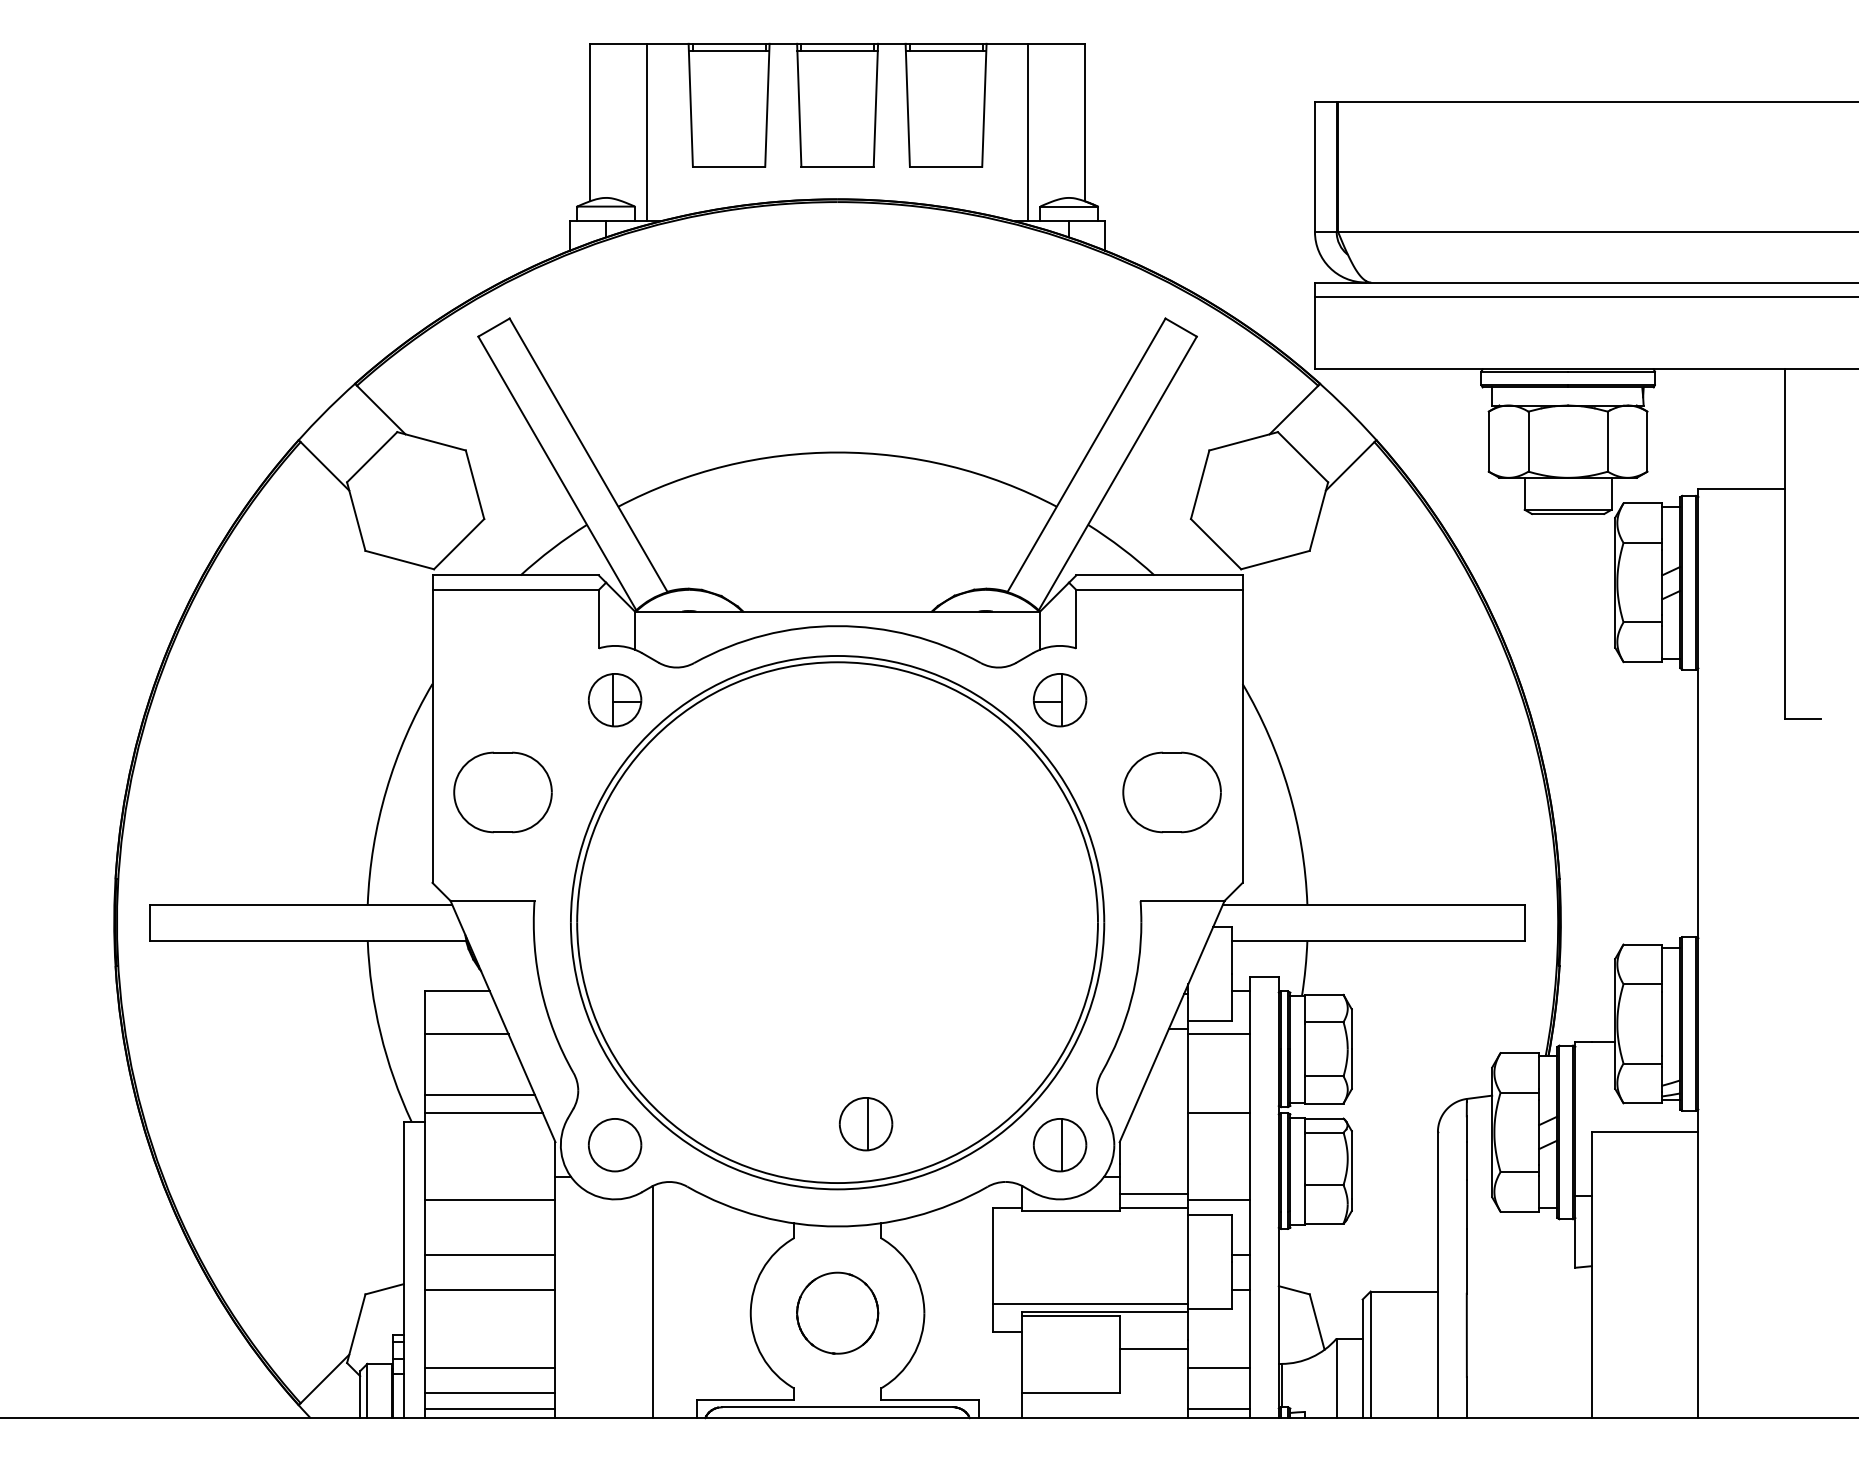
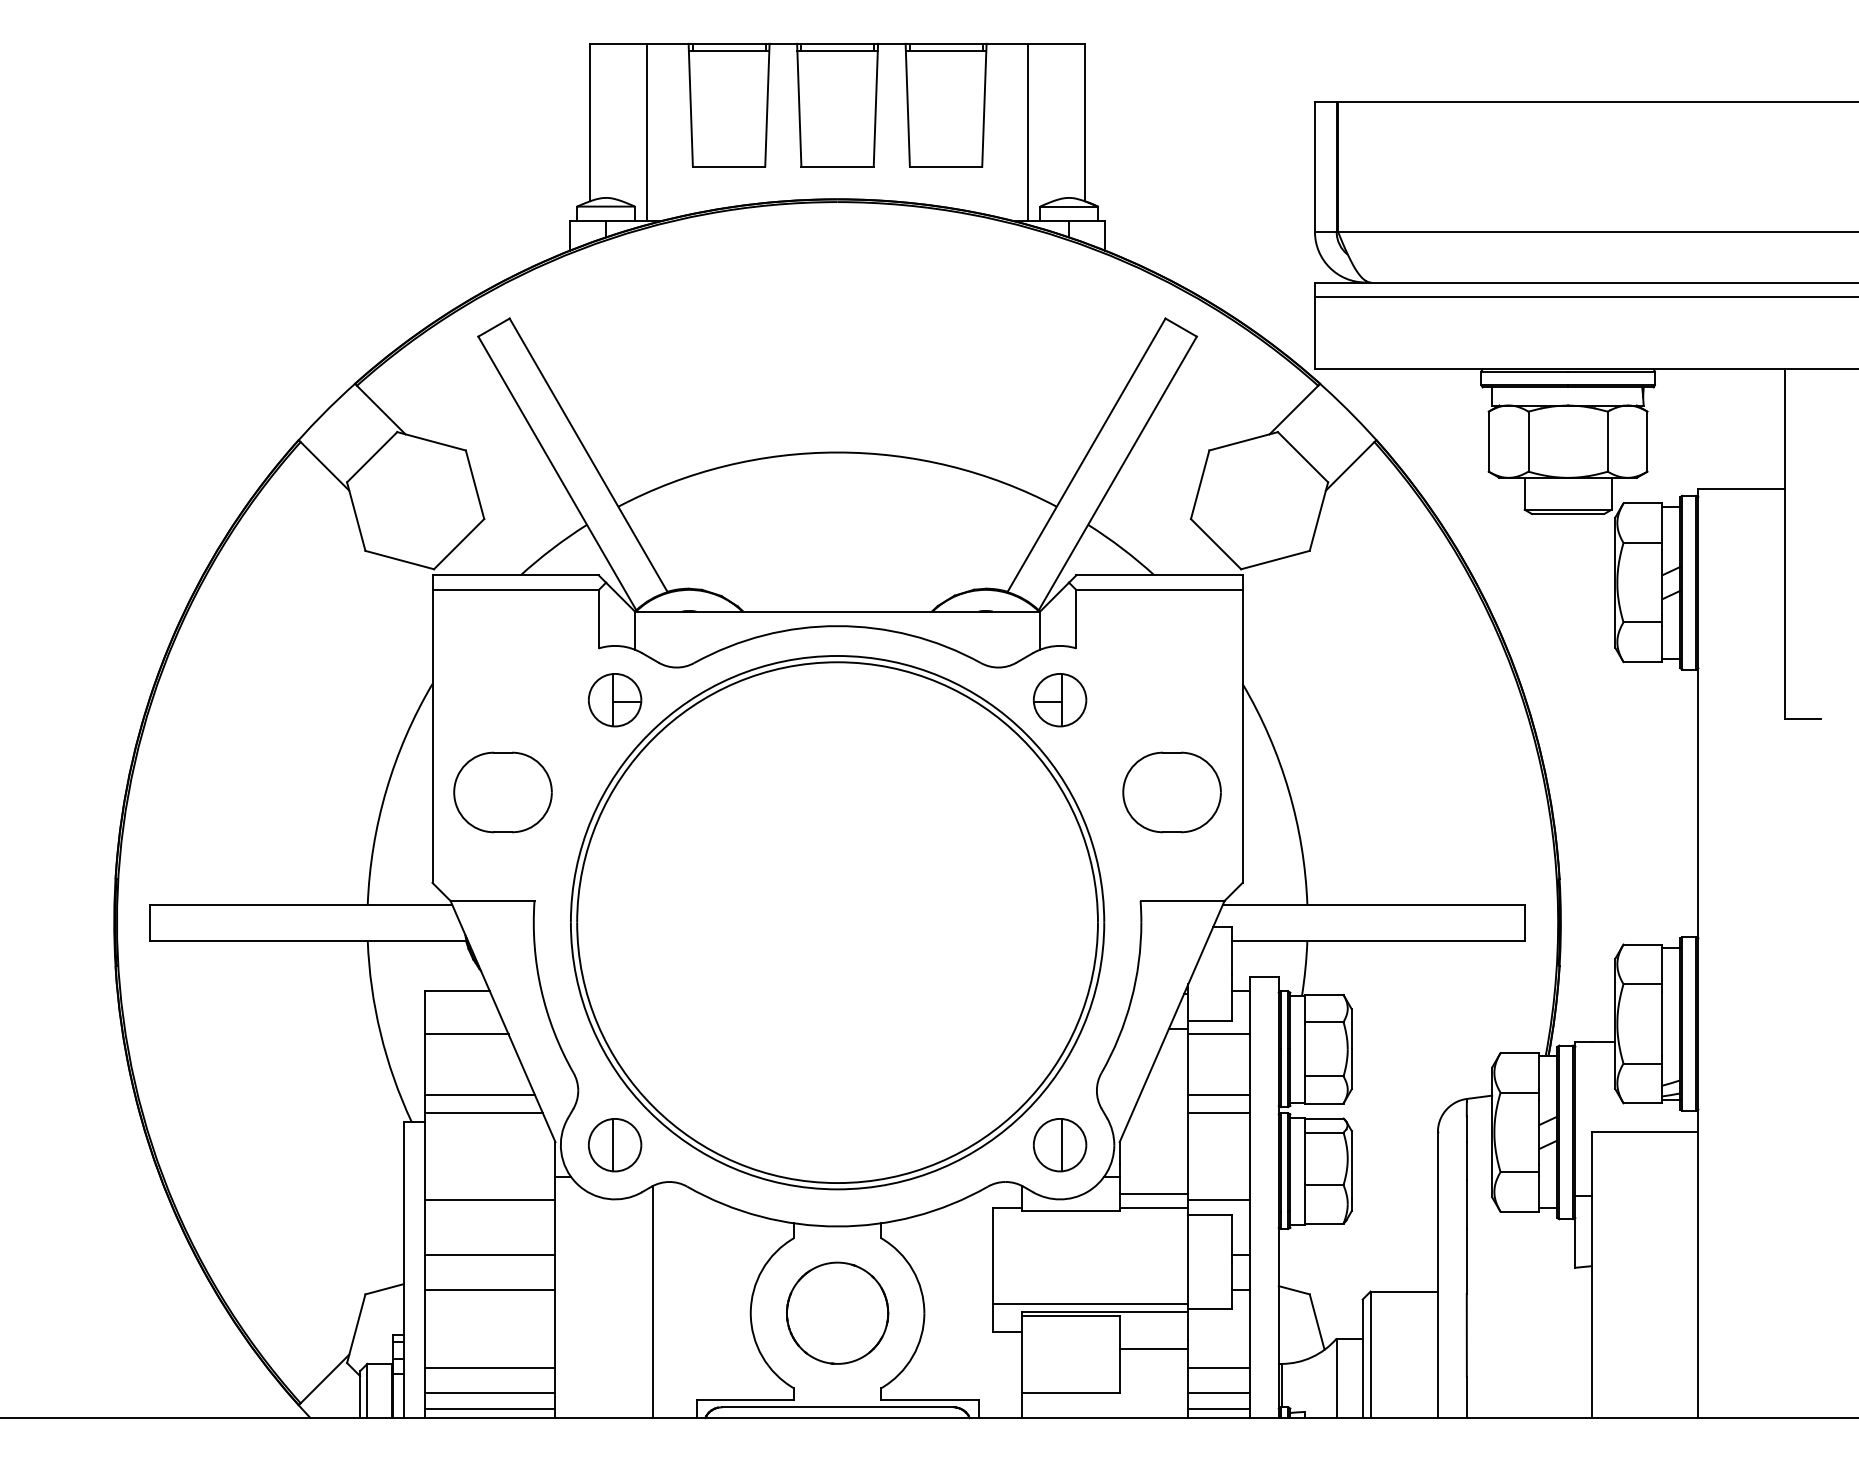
line at (1218, 1095): none -> present
part at (865, 1124): present -> none
line at (613, 1144): none -> present
part at (837, 1312) size: 84x84 px -> 104x104 px
line at (1218, 1392): none -> present
